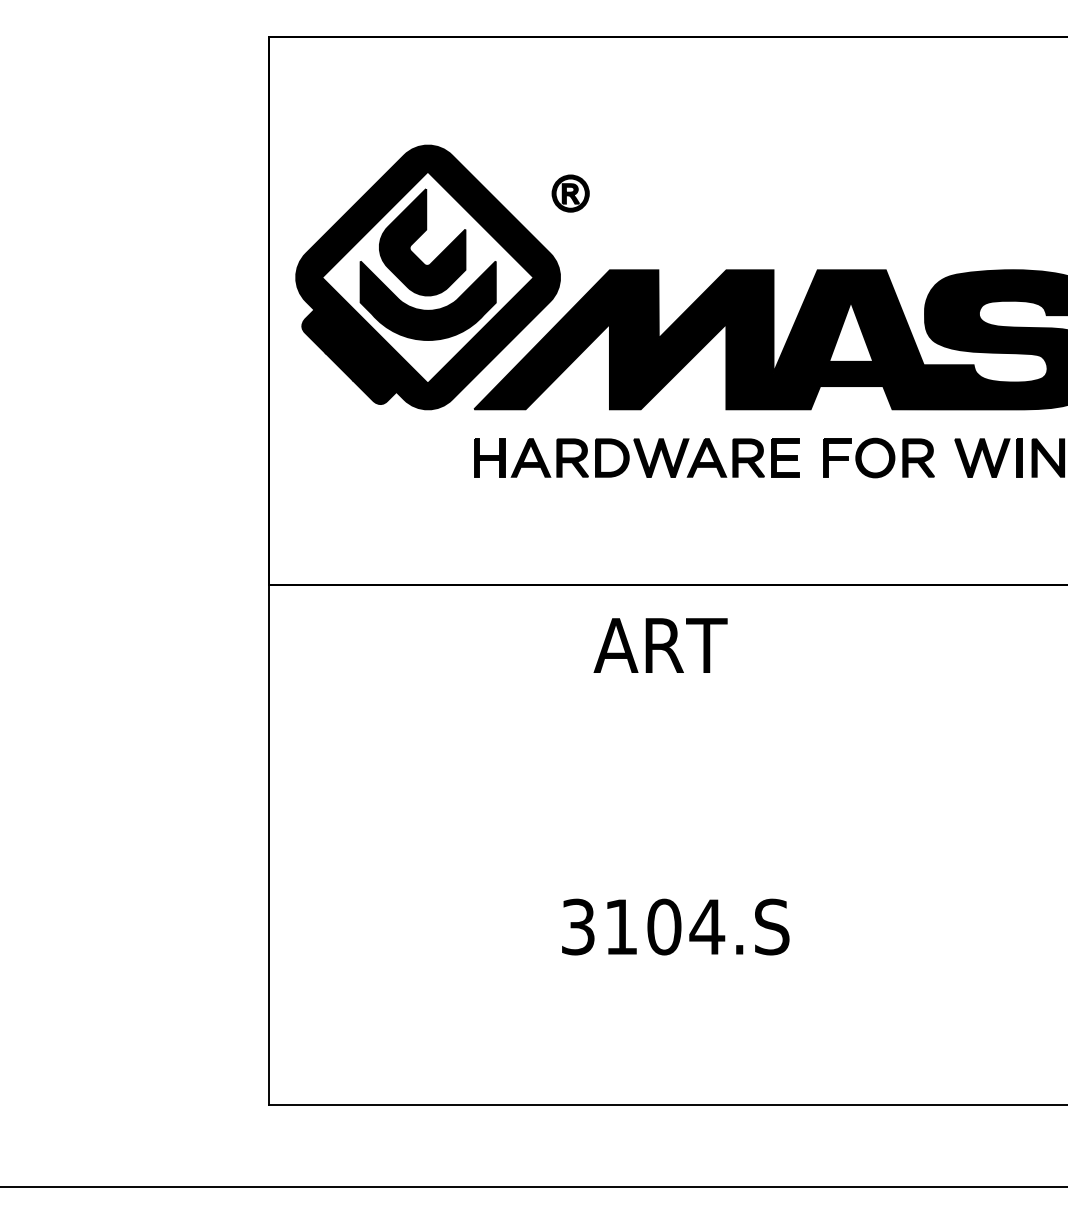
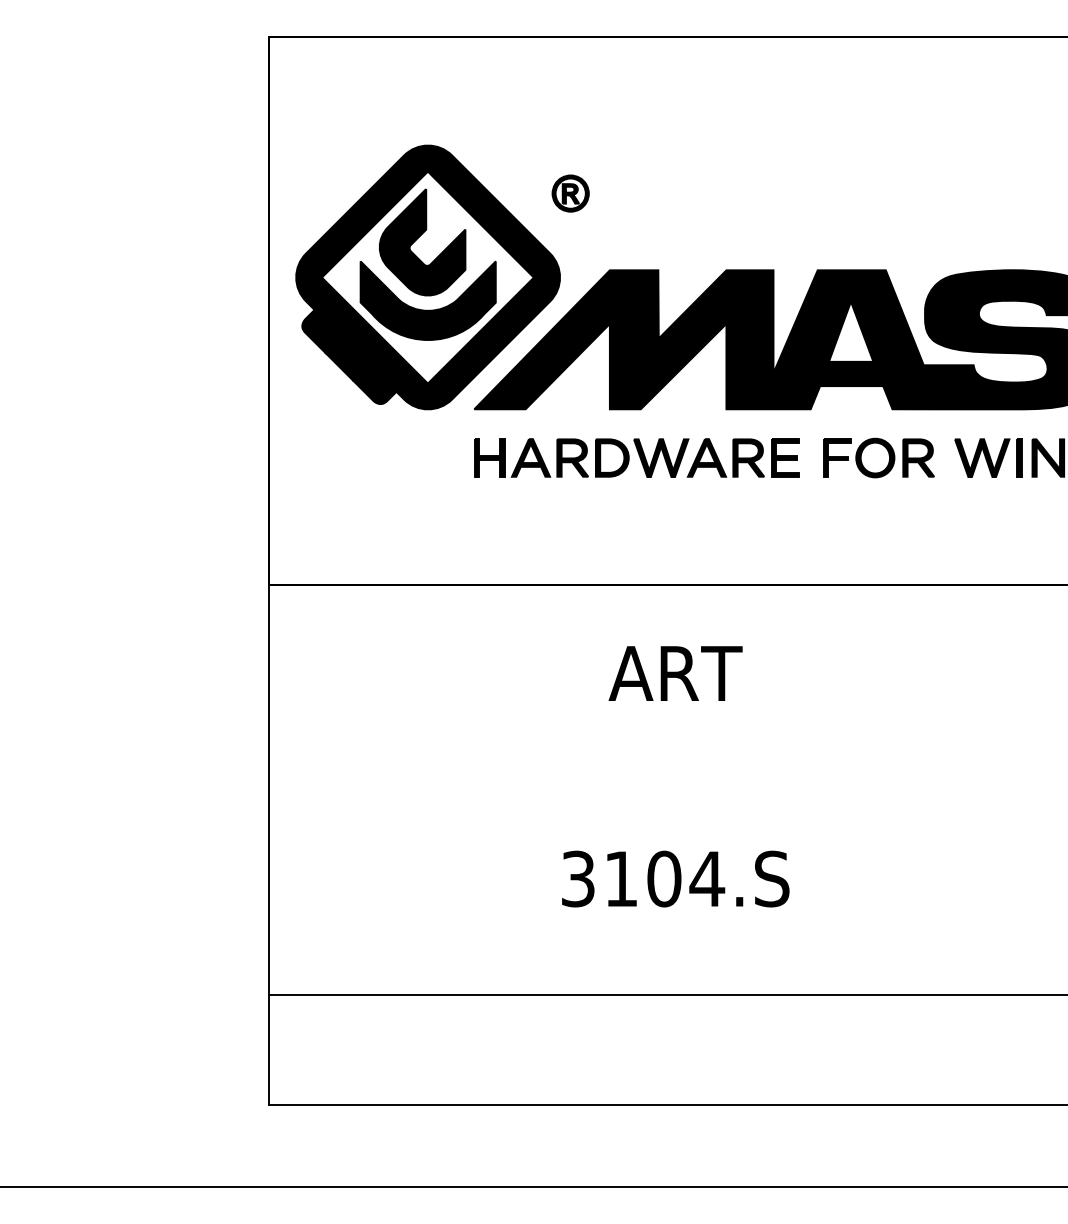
text at (660, 645) position: (660, 645) -> (675, 673)
text at (675, 926) position: (675, 926) -> (675, 878)
line at (666, 995): none -> present
